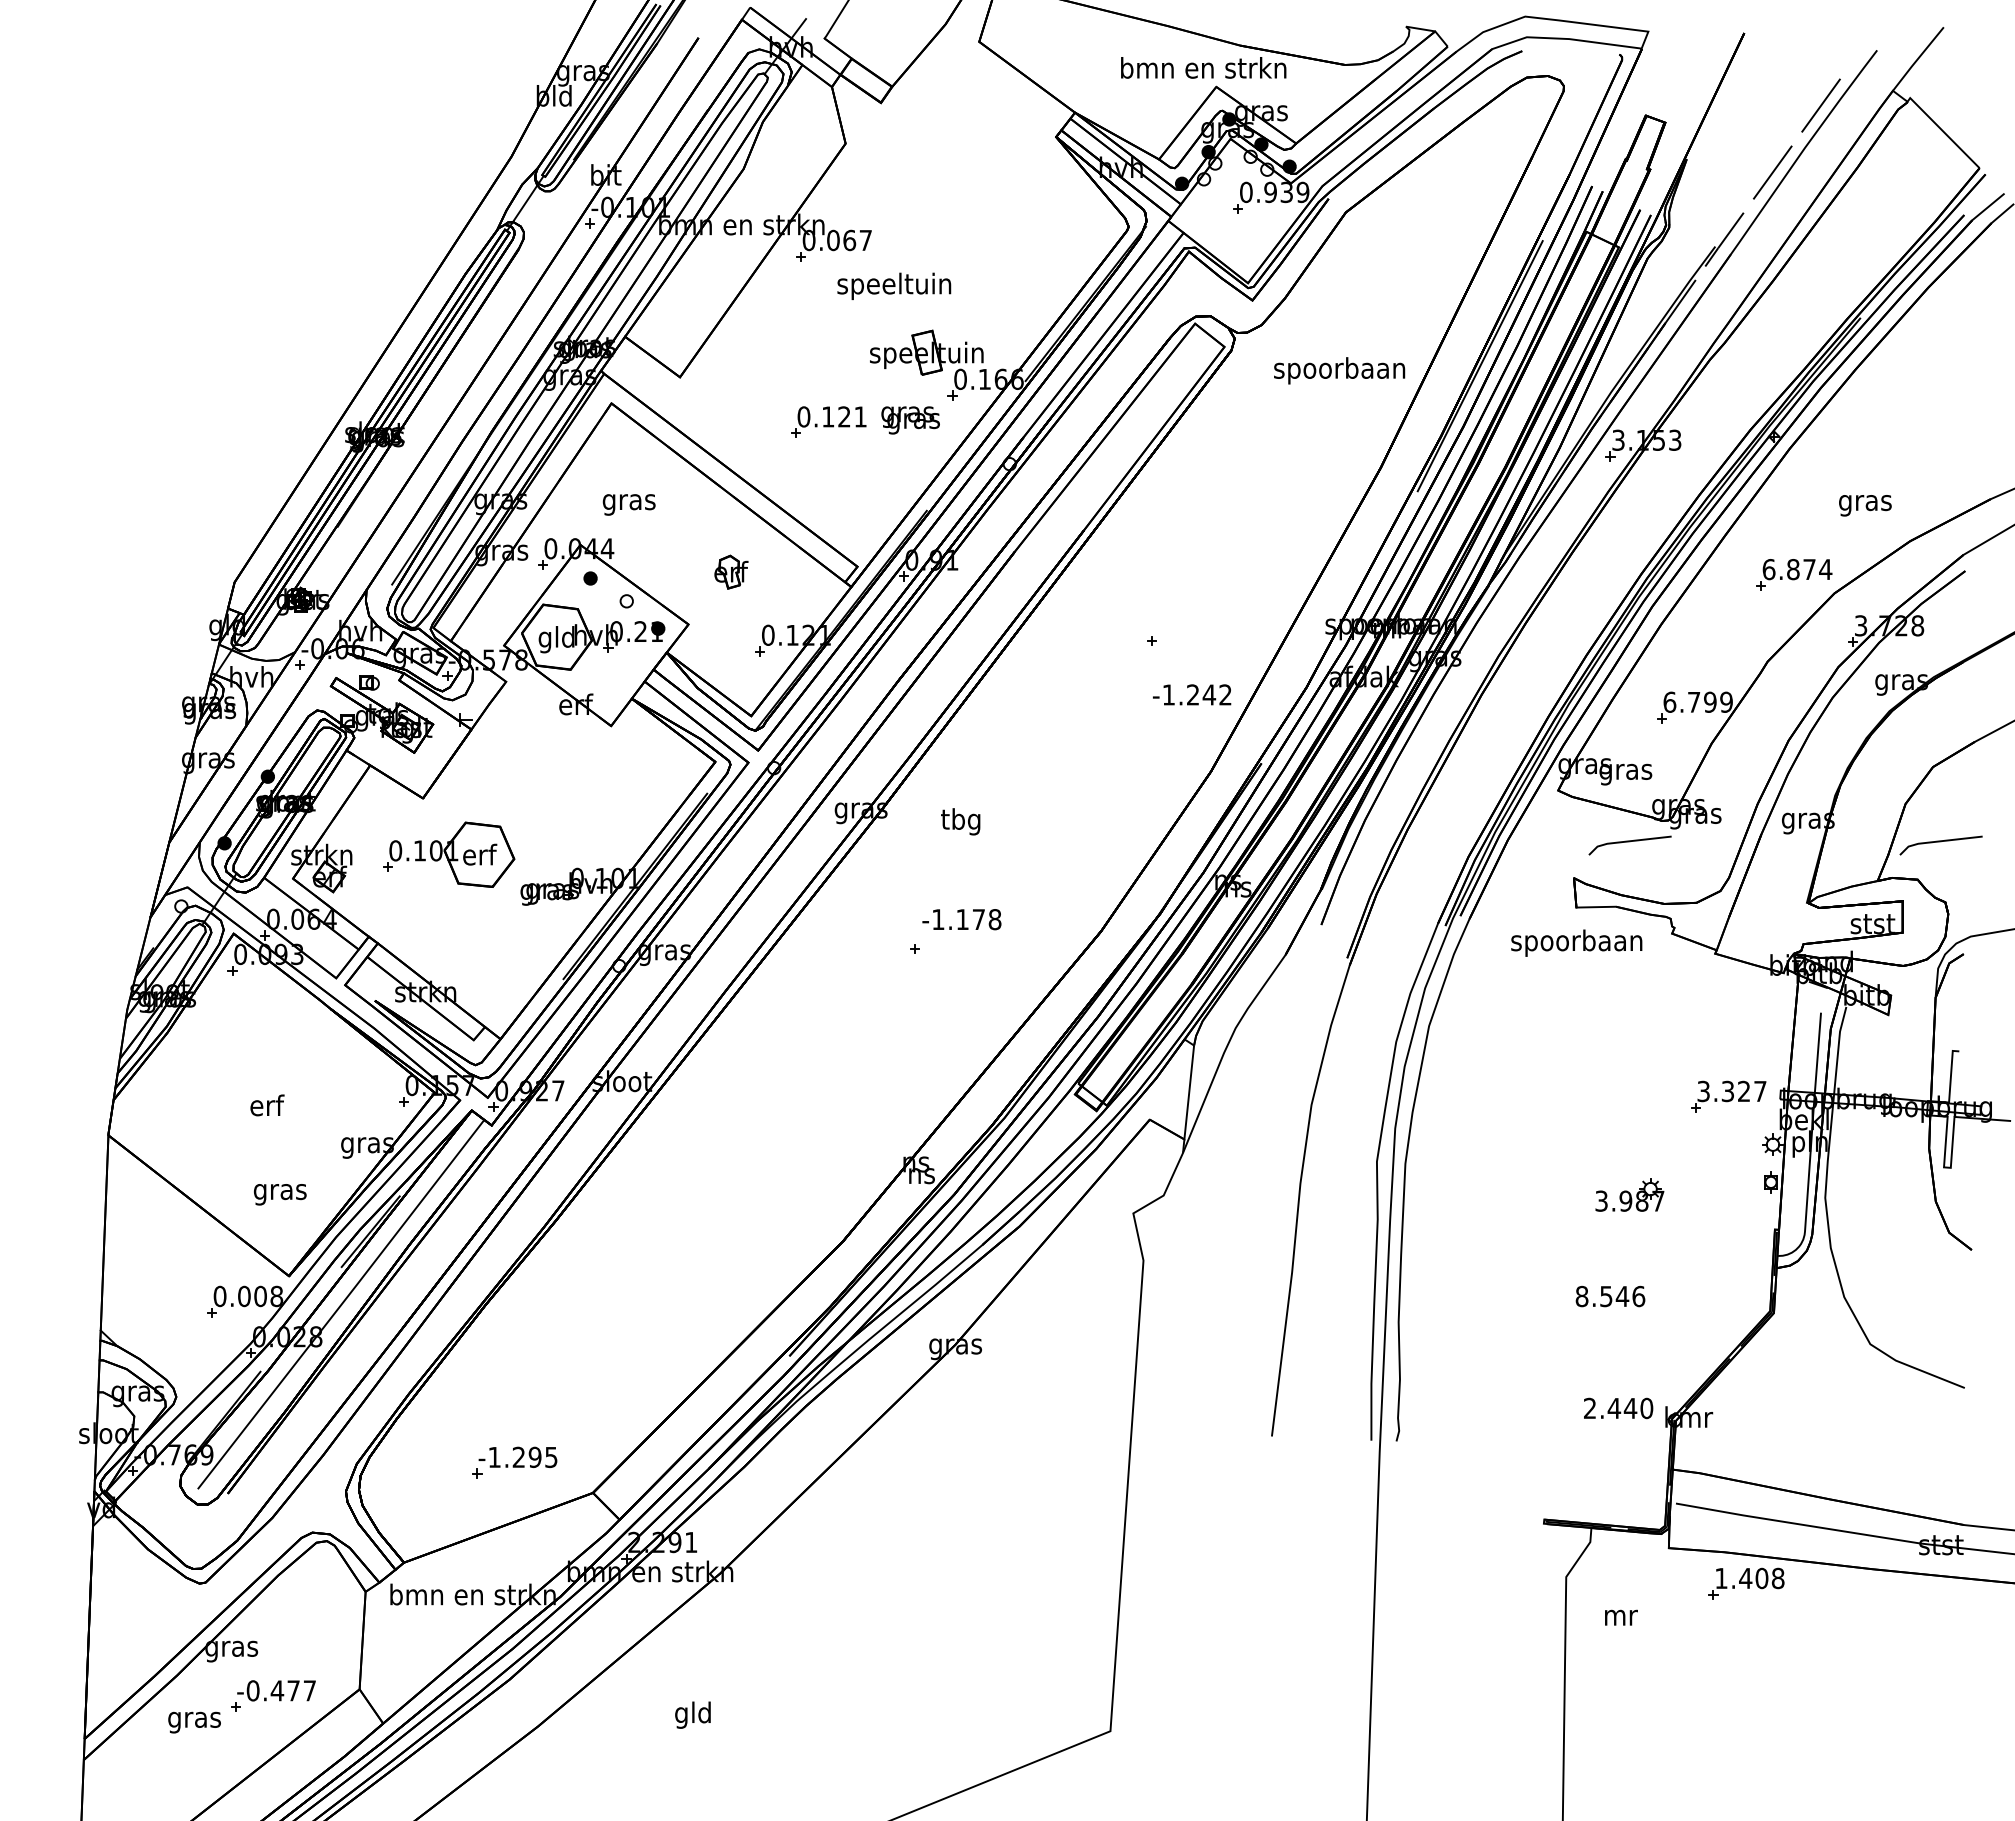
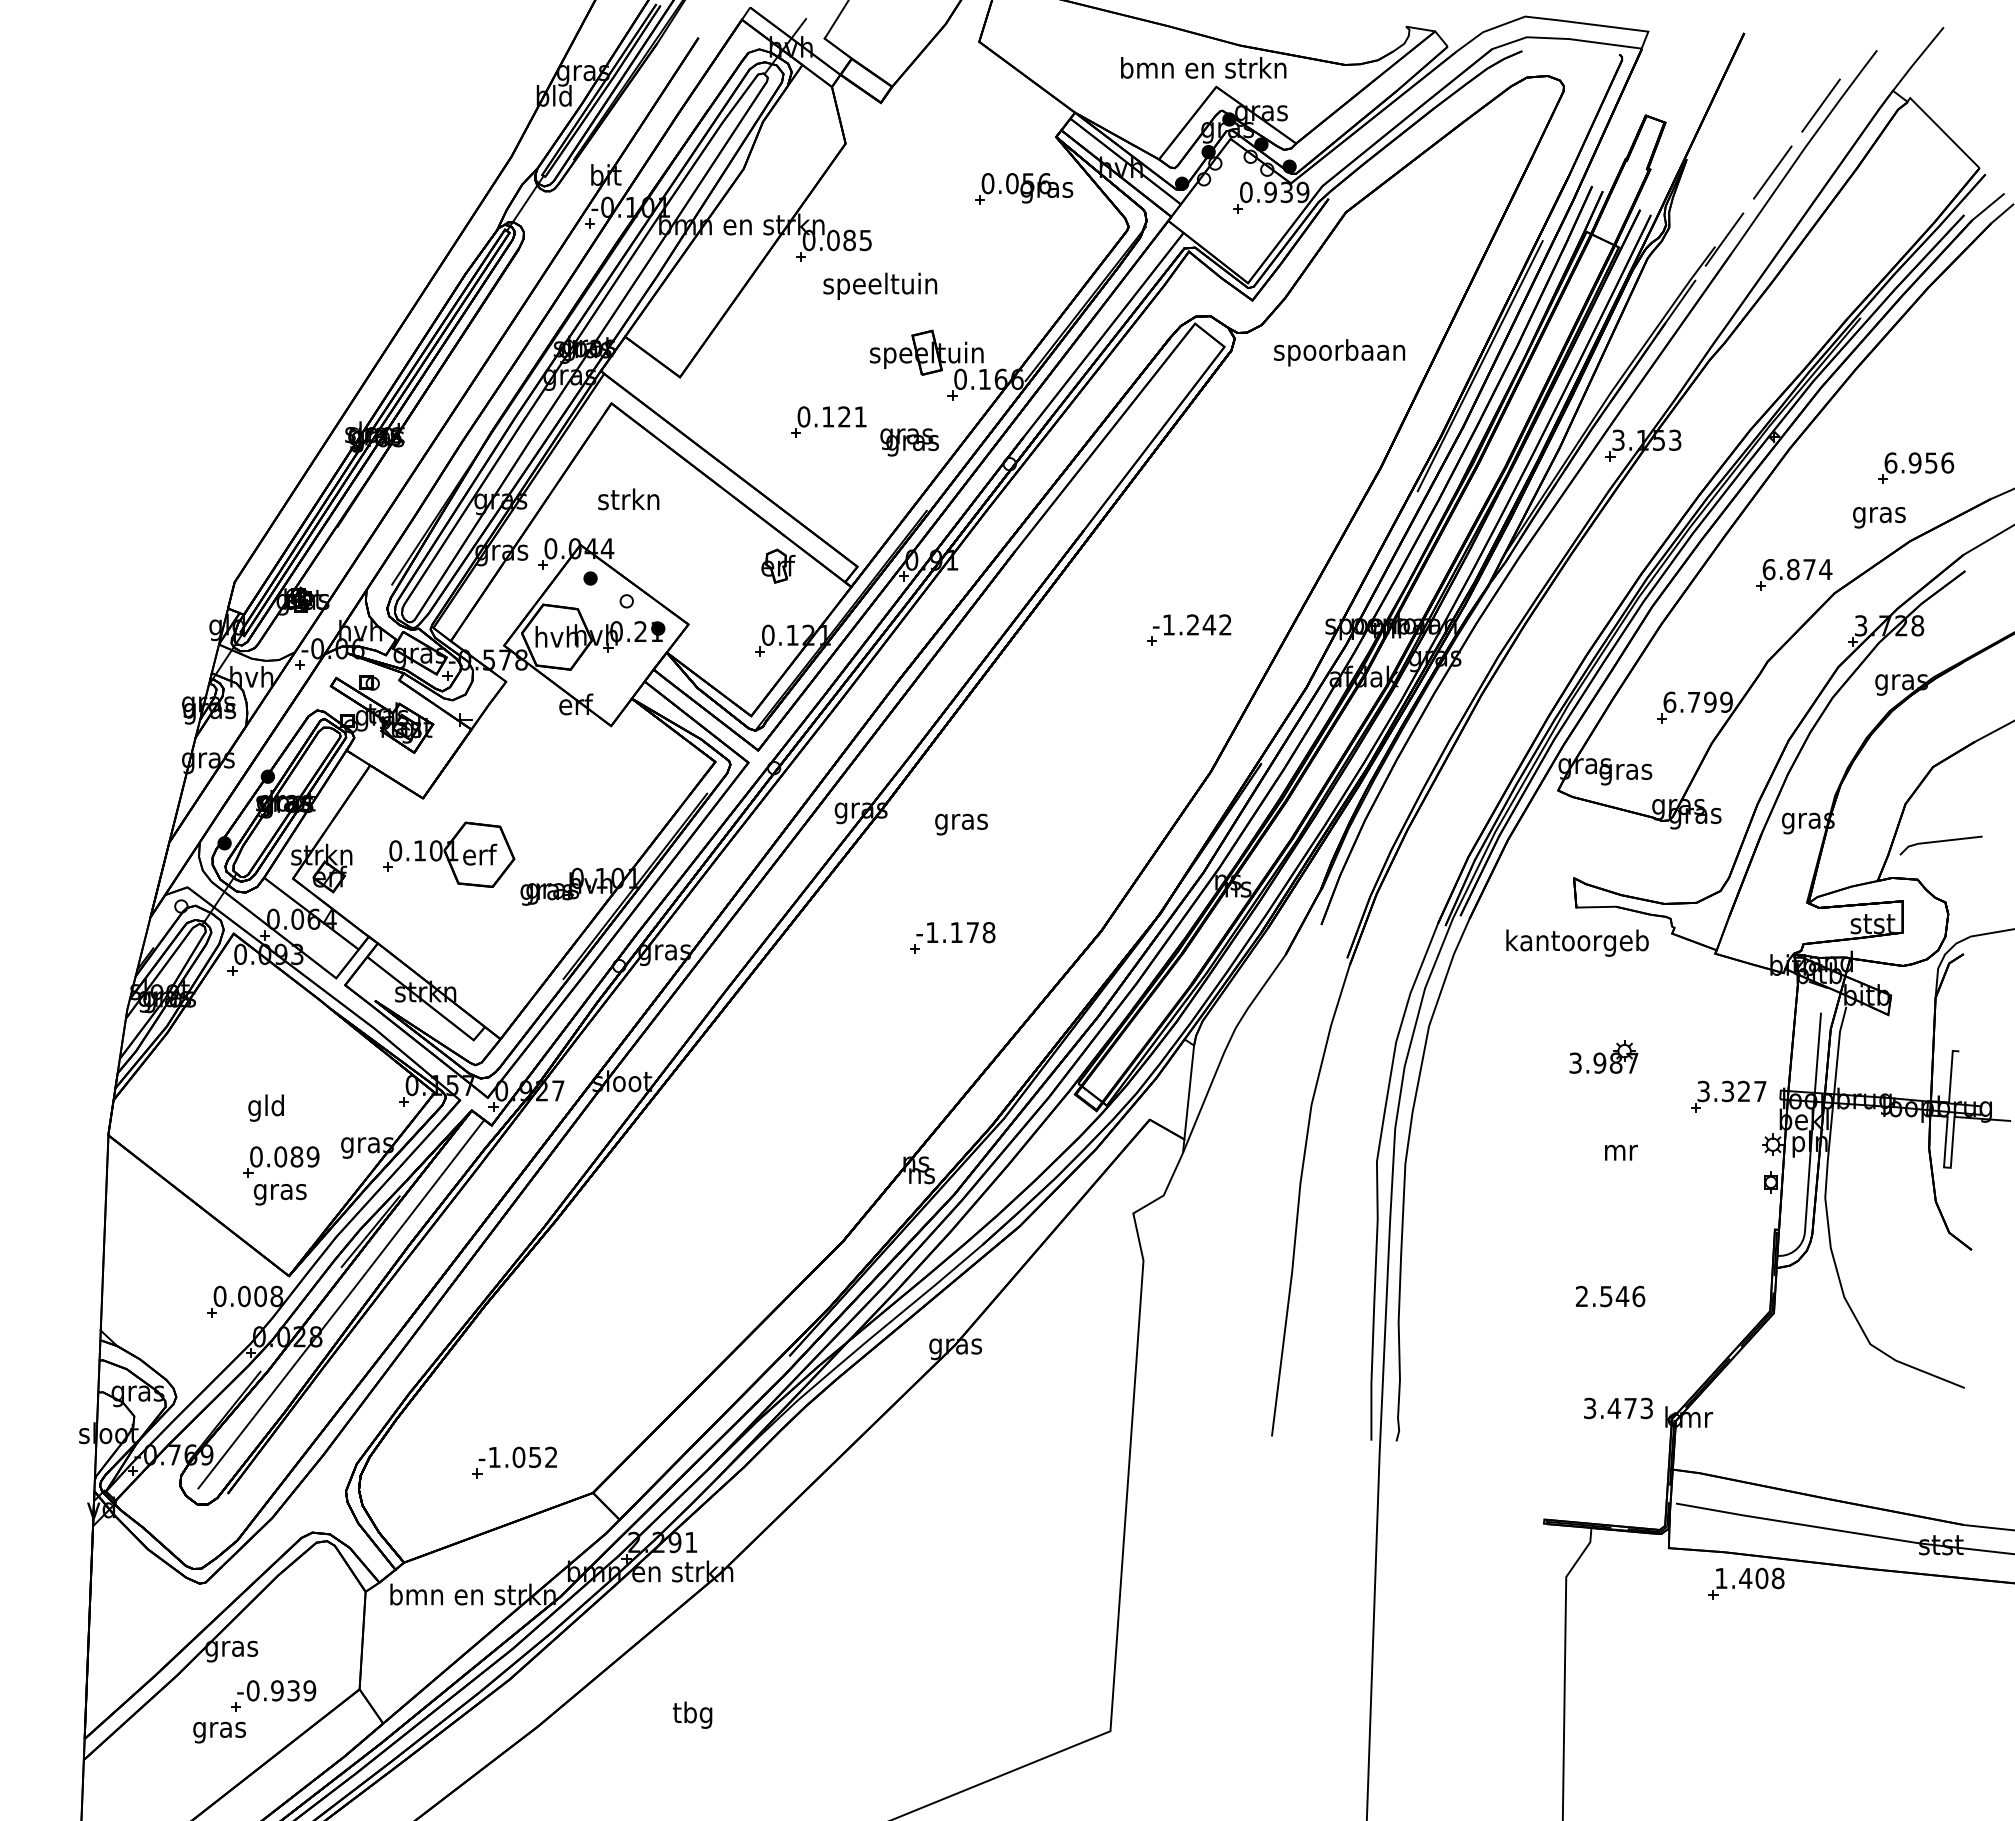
part at (1024, 188): none -> present
text at (857, 240): 0.067 -> 0.085
text at (894, 285) position: (894, 285) -> (880, 285)
text at (1339, 370) position: (1339, 370) -> (1339, 352)
text at (910, 420) position: (910, 420) -> (909, 442)
part at (1916, 467): none -> present
text at (628, 501): gras -> strkn
text at (1865, 505) position: (1865, 505) -> (1879, 517)
part at (731, 571) position: (731, 571) -> (778, 565)
text at (556, 639): gld -> hvh
text at (1192, 694) position: (1192, 694) -> (1192, 624)
text at (961, 821): tbg -> gras
line at (1629, 842): present -> none
text at (961, 919) position: (961, 919) -> (955, 932)
text at (1577, 942): spoorbaan -> kantoorgeb
text at (266, 1107): erf -> gld
part at (281, 1161): none -> present
part at (1629, 1194) position: (1629, 1194) -> (1603, 1056)
text at (1581, 1296): 8.546 -> 2.546
text at (1618, 1408): 2.440 -> 3.473
text at (534, 1457): -1.295 -> -1.052
text at (1621, 1617) position: (1621, 1617) -> (1621, 1152)
text at (293, 1690): -0.477 -> -0.939
text at (692, 1714): gld -> tbg
text at (194, 1722) position: (194, 1722) -> (219, 1732)
